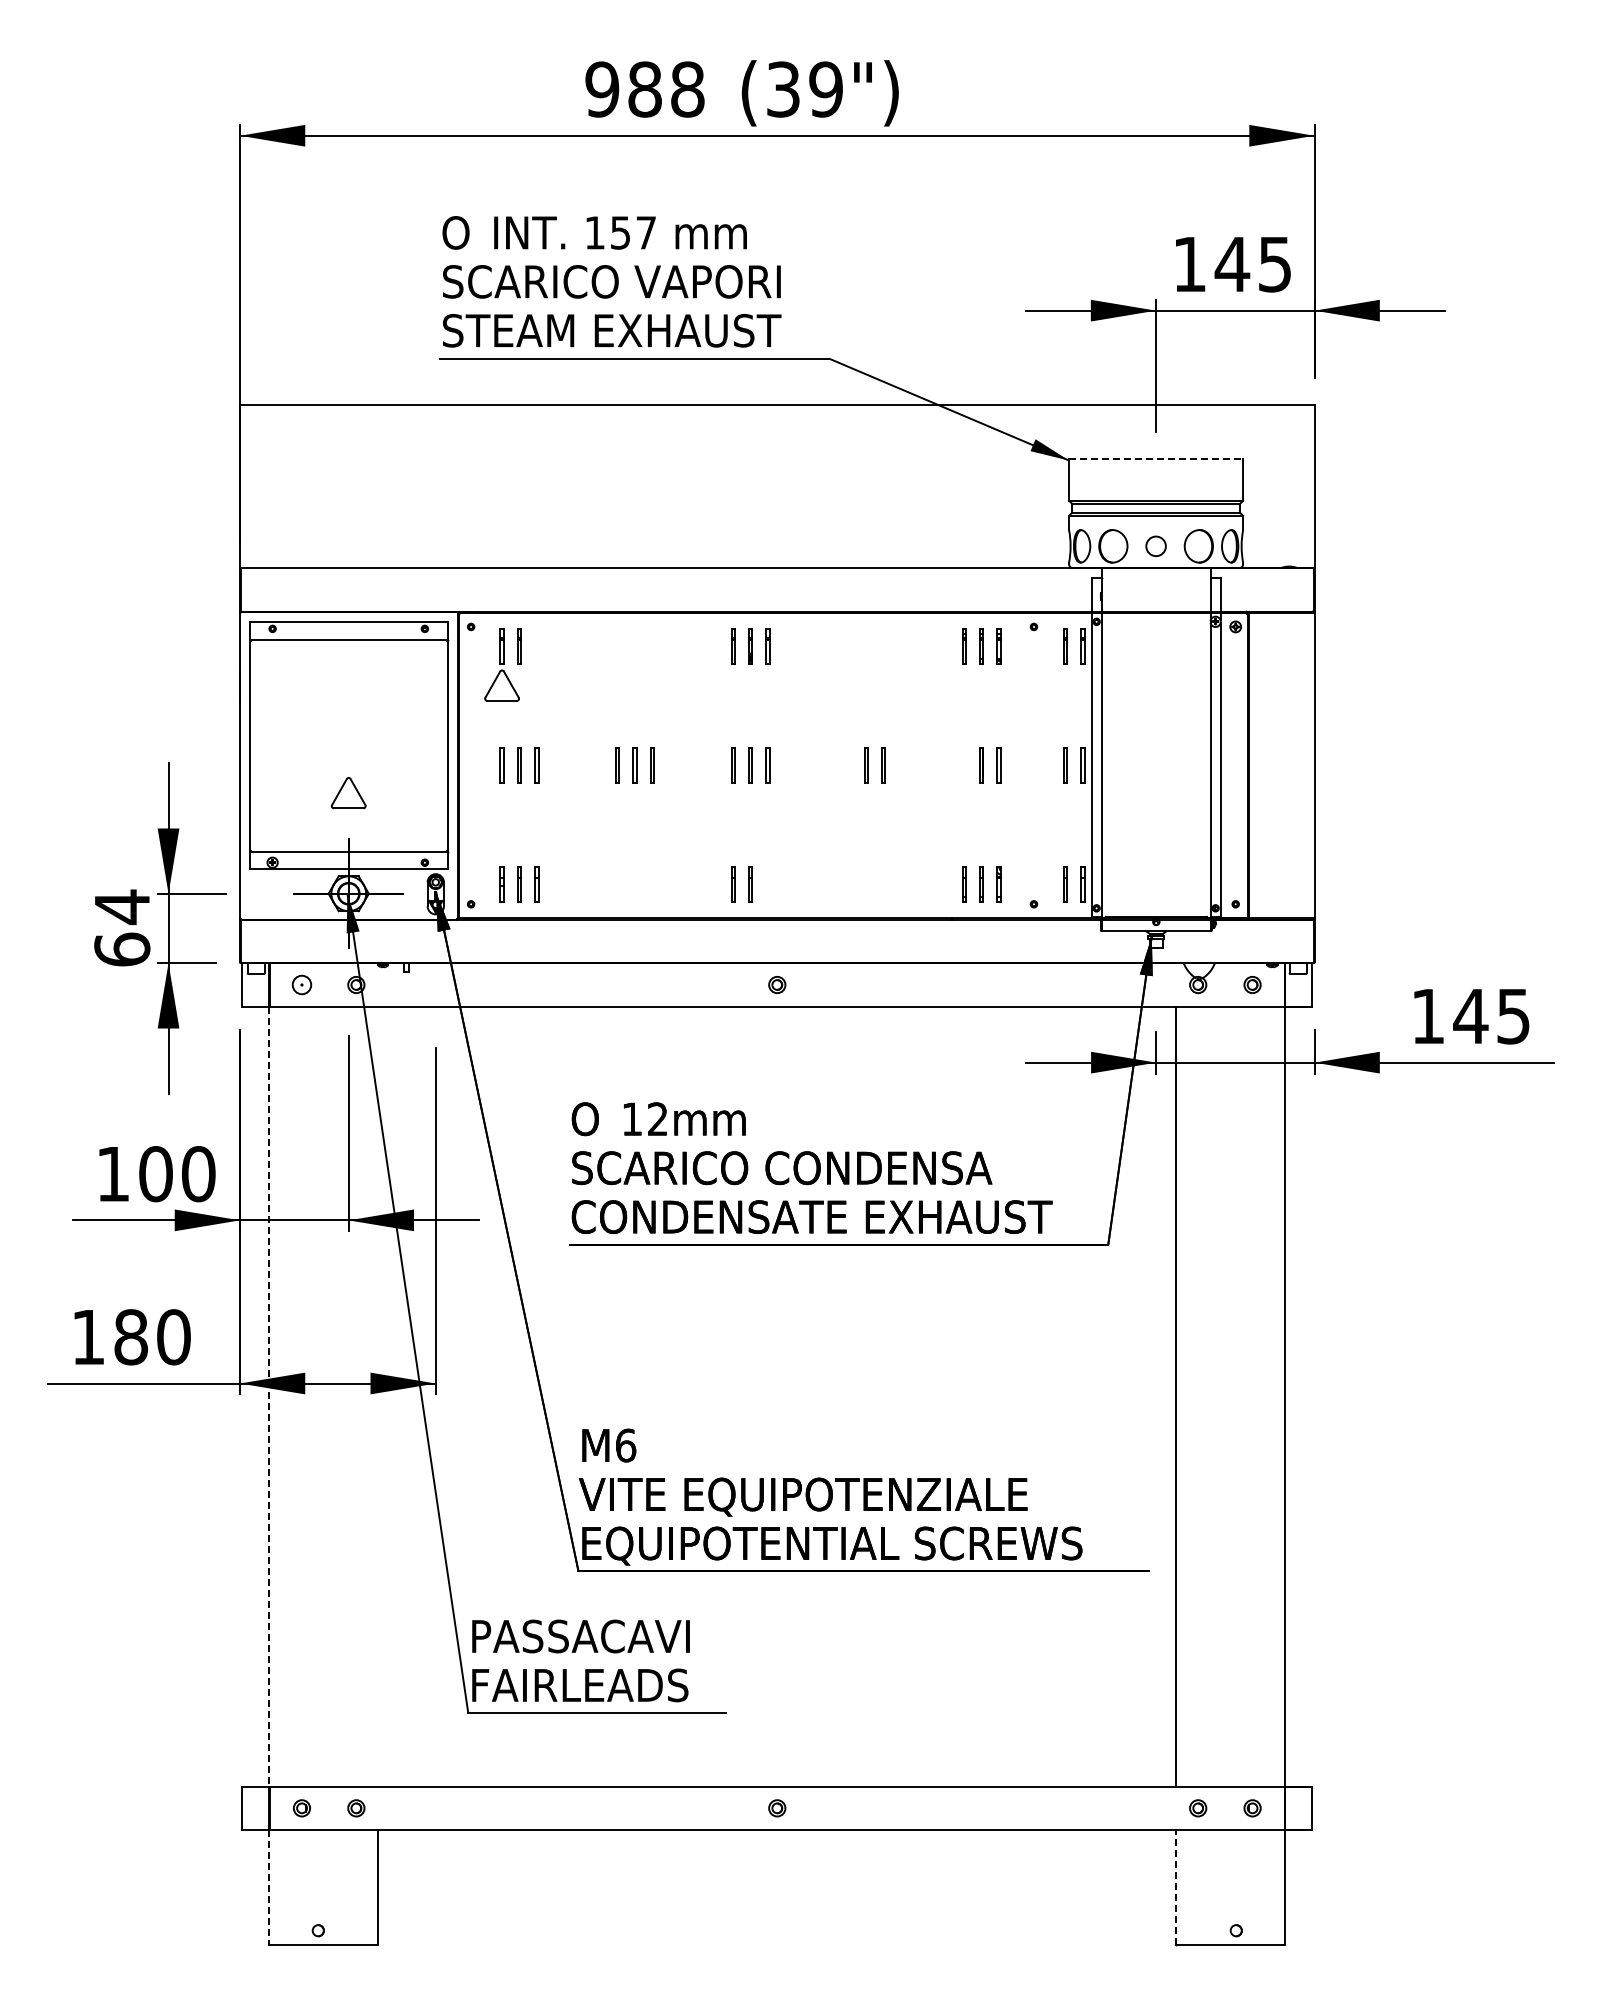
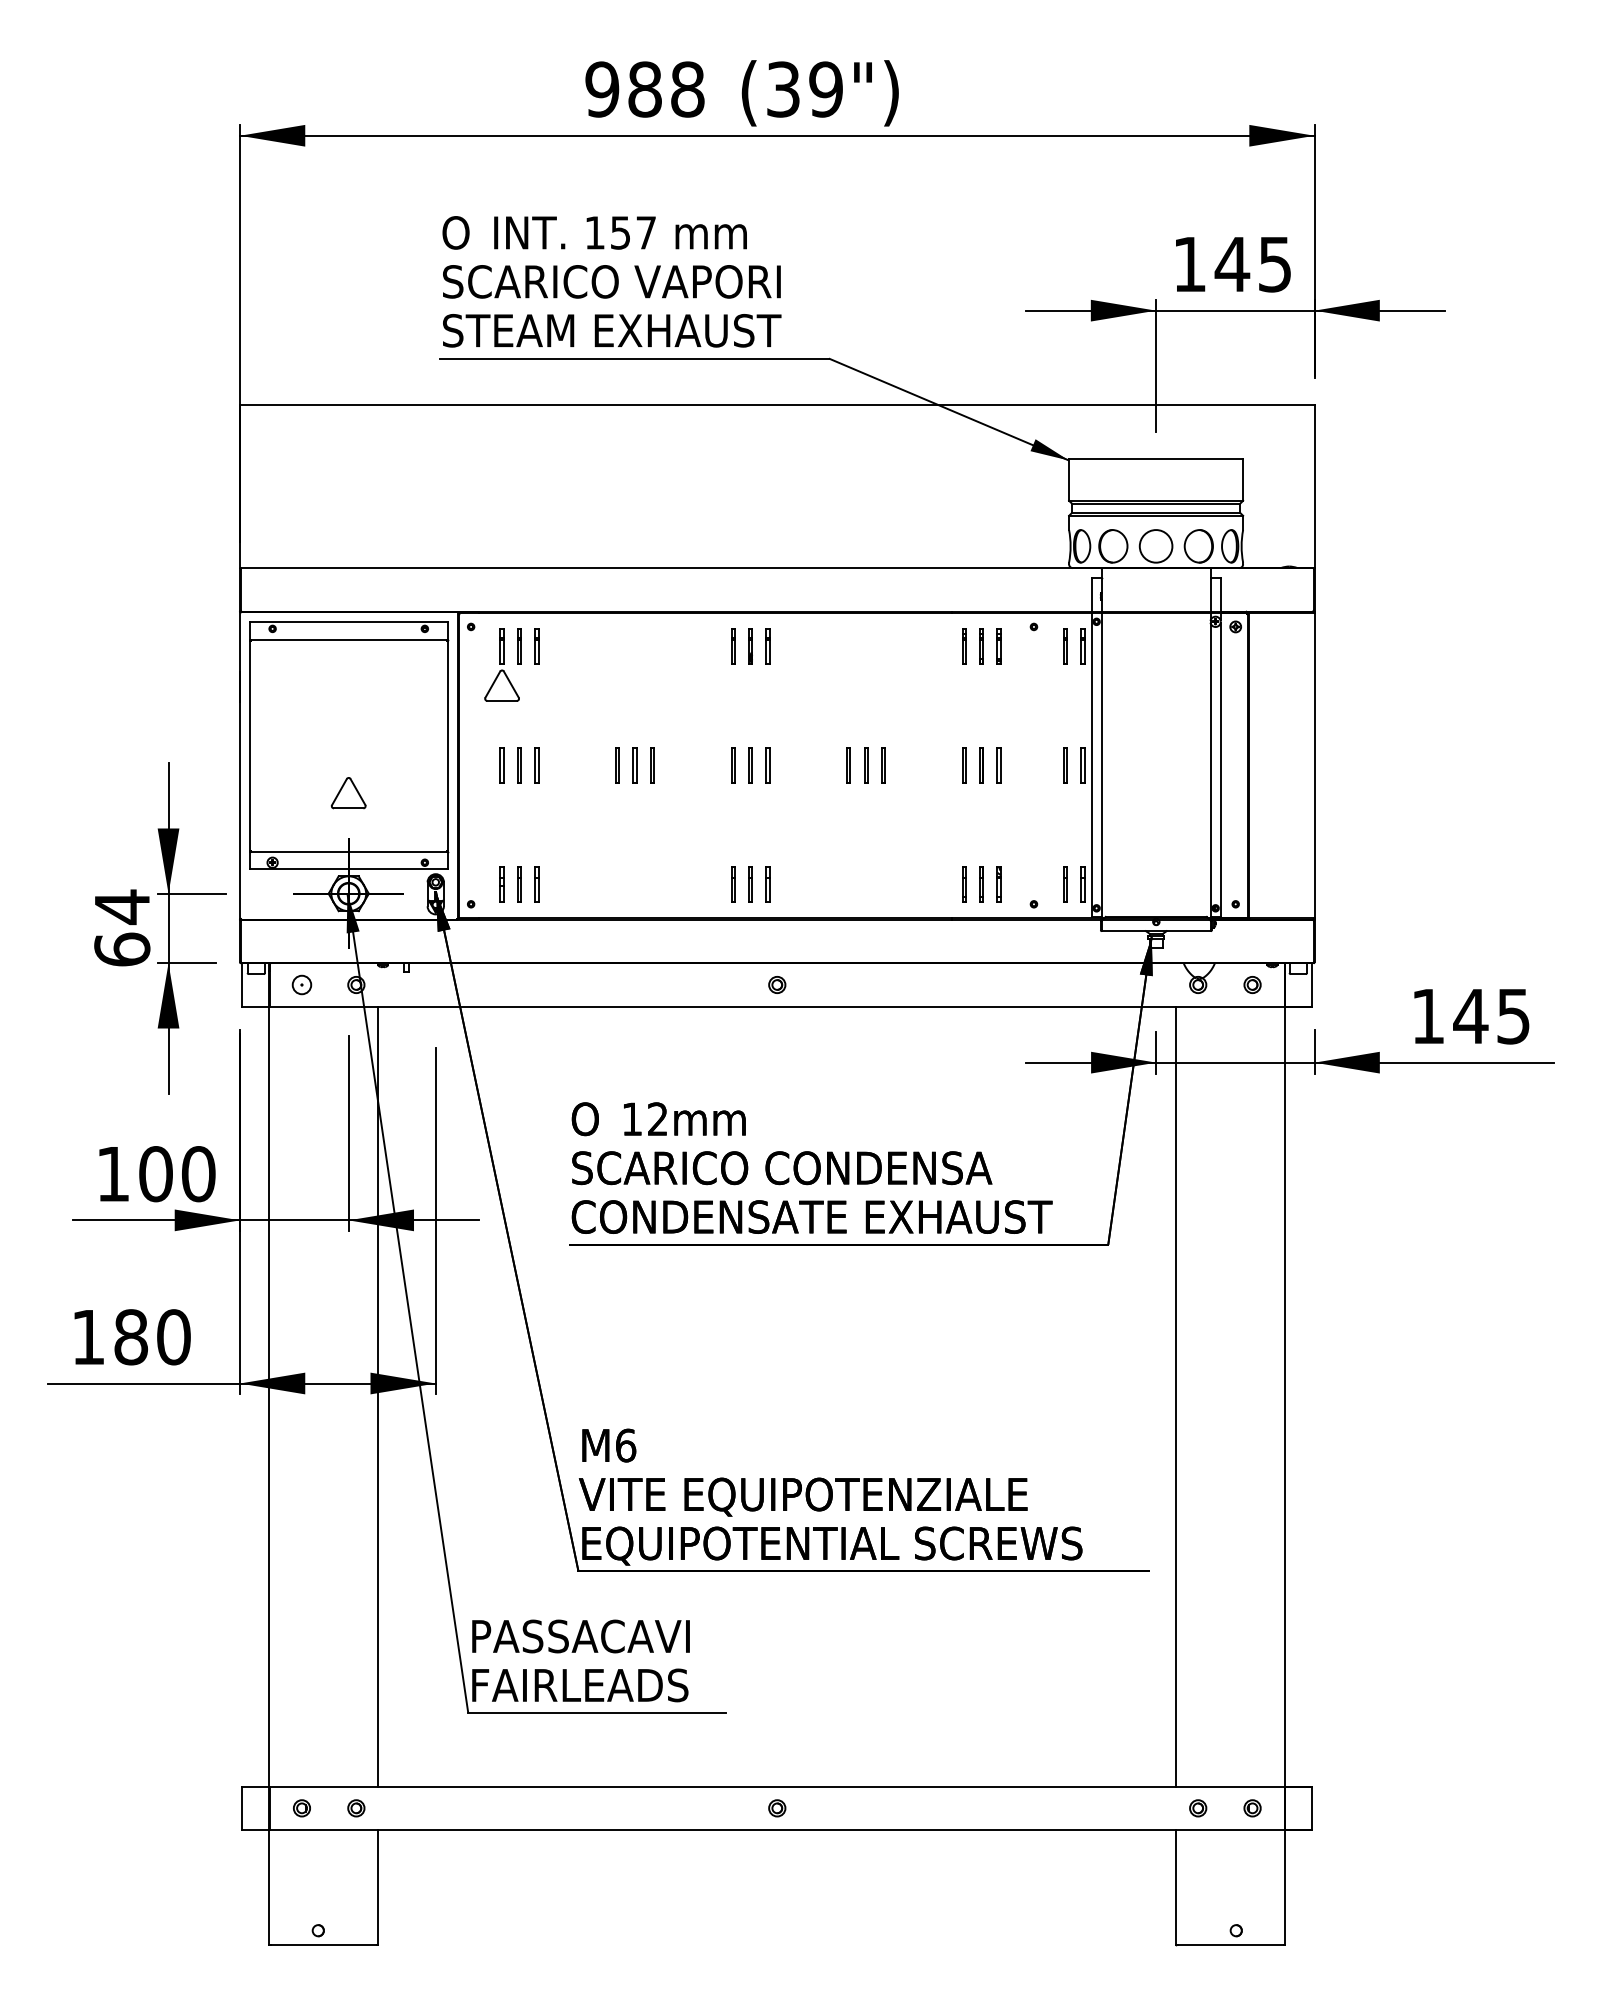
line at (1156, 459): dashed -> solid
circle at (1155, 546) diameter: 20 px -> 33 px
part at (536, 646): none -> present
line at (847, 765): none -> present
line at (963, 765): none -> present
part at (767, 884): none -> present
line at (269, 1396): dashed -> solid
line at (378, 1396): none -> present
line at (1176, 1886): dashed -> solid
line at (269, 1887): dashed -> solid
